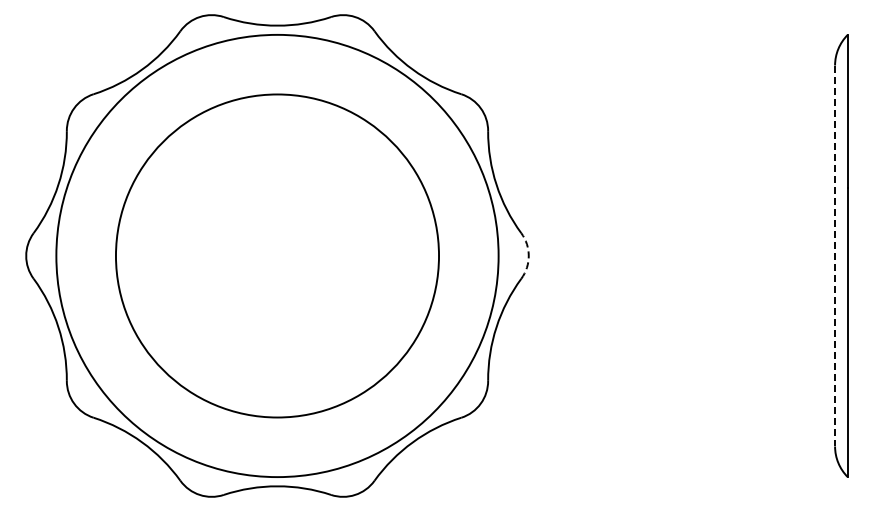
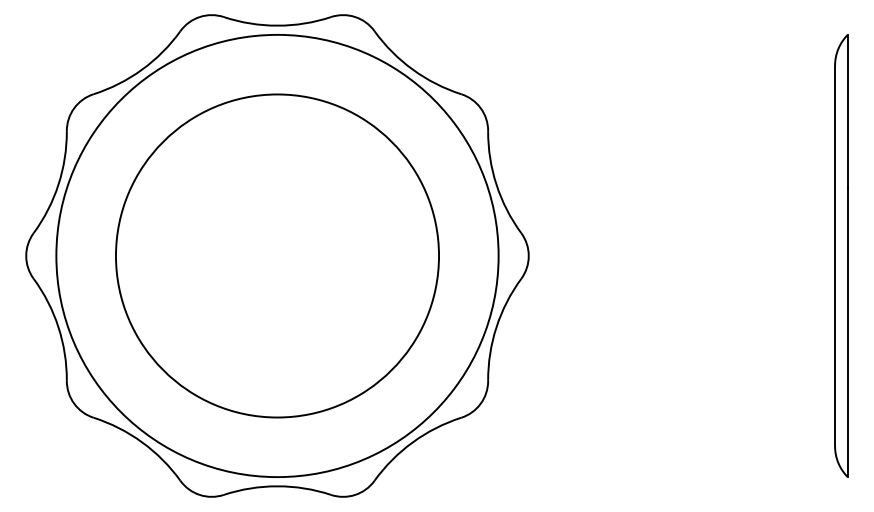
arc at (528, 255): dashed -> solid
line at (835, 256): dashed -> solid
